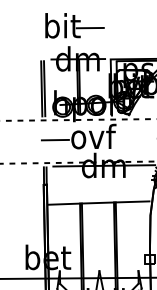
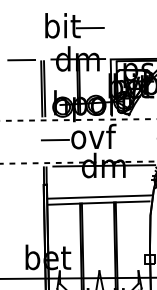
line at (21, 60): none -> present
line at (99, 196): none -> present
